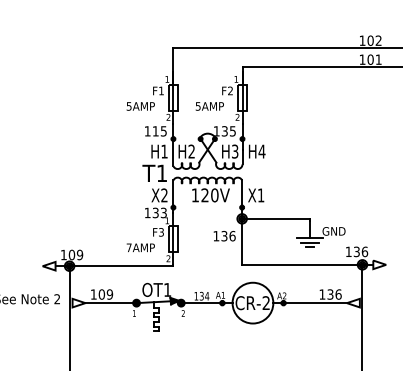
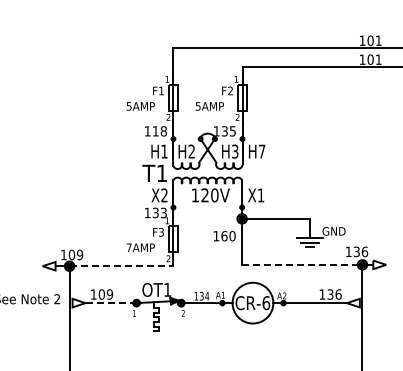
text at (378, 40): 102 -> 101
text at (163, 131): 115 -> 118
text at (261, 151): H4 -> H7
text at (228, 235): 136 -> 160
line at (302, 264): solid -> dashed
line at (121, 266): solid -> dashed
line at (111, 303): solid -> dashed
text at (266, 303): CR-2 -> CR-6
